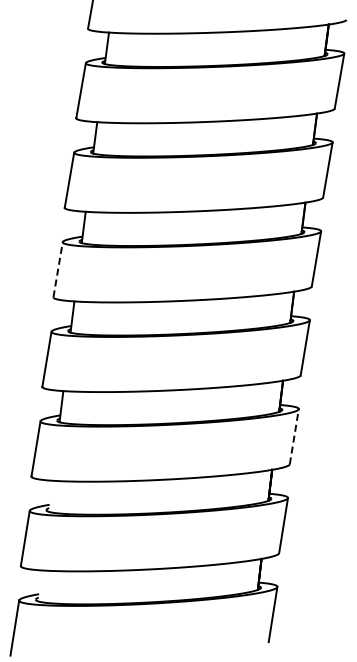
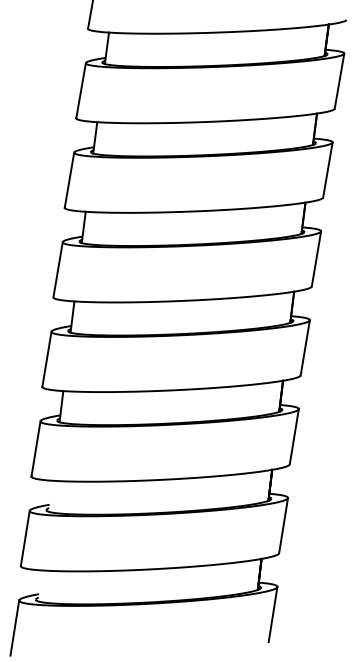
line at (58, 269): dashed -> solid
line at (294, 436): dashed -> solid
